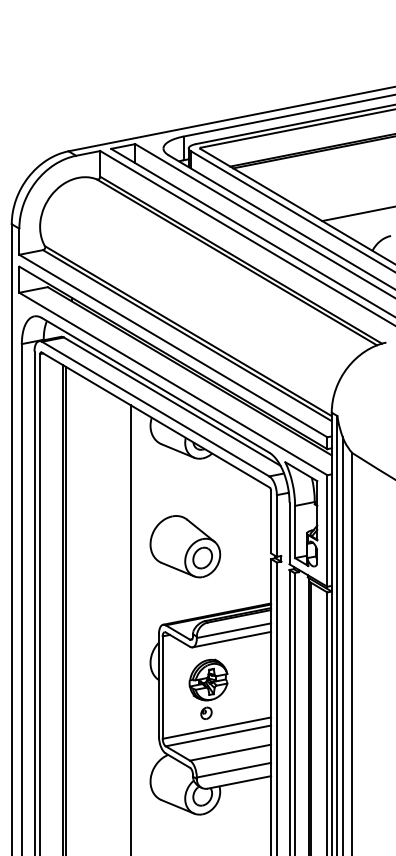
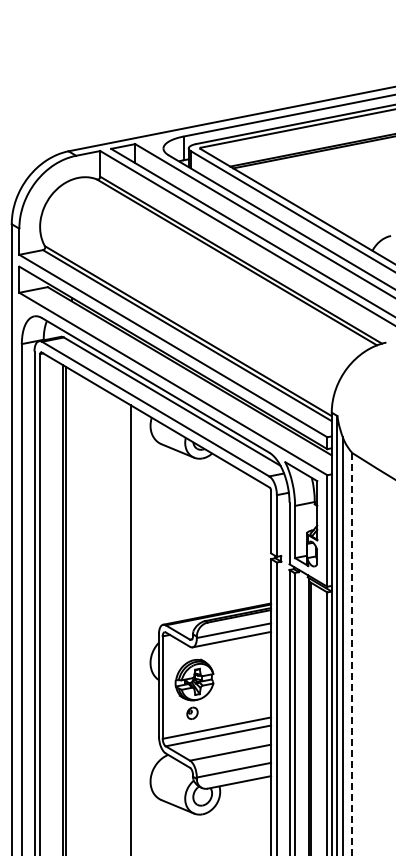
line at (357, 214): present -> none
part at (185, 546): present -> none
line at (352, 654): solid -> dashed
part at (208, 688) position: (208, 688) -> (194, 688)
